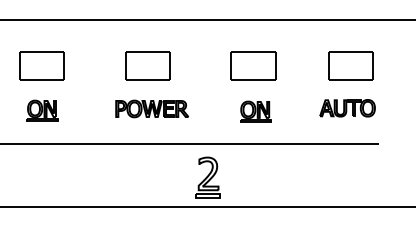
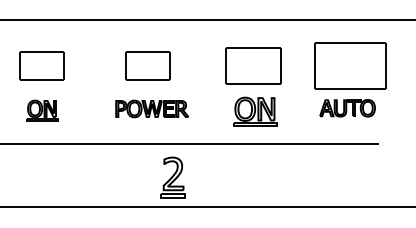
part at (253, 65) size: 47x30 px -> 57x38 px
part at (350, 65) size: 46x30 px -> 73x48 px
part at (255, 111) size: 32x23 px -> 45x31 px
part at (207, 177) position: (207, 177) -> (172, 177)
